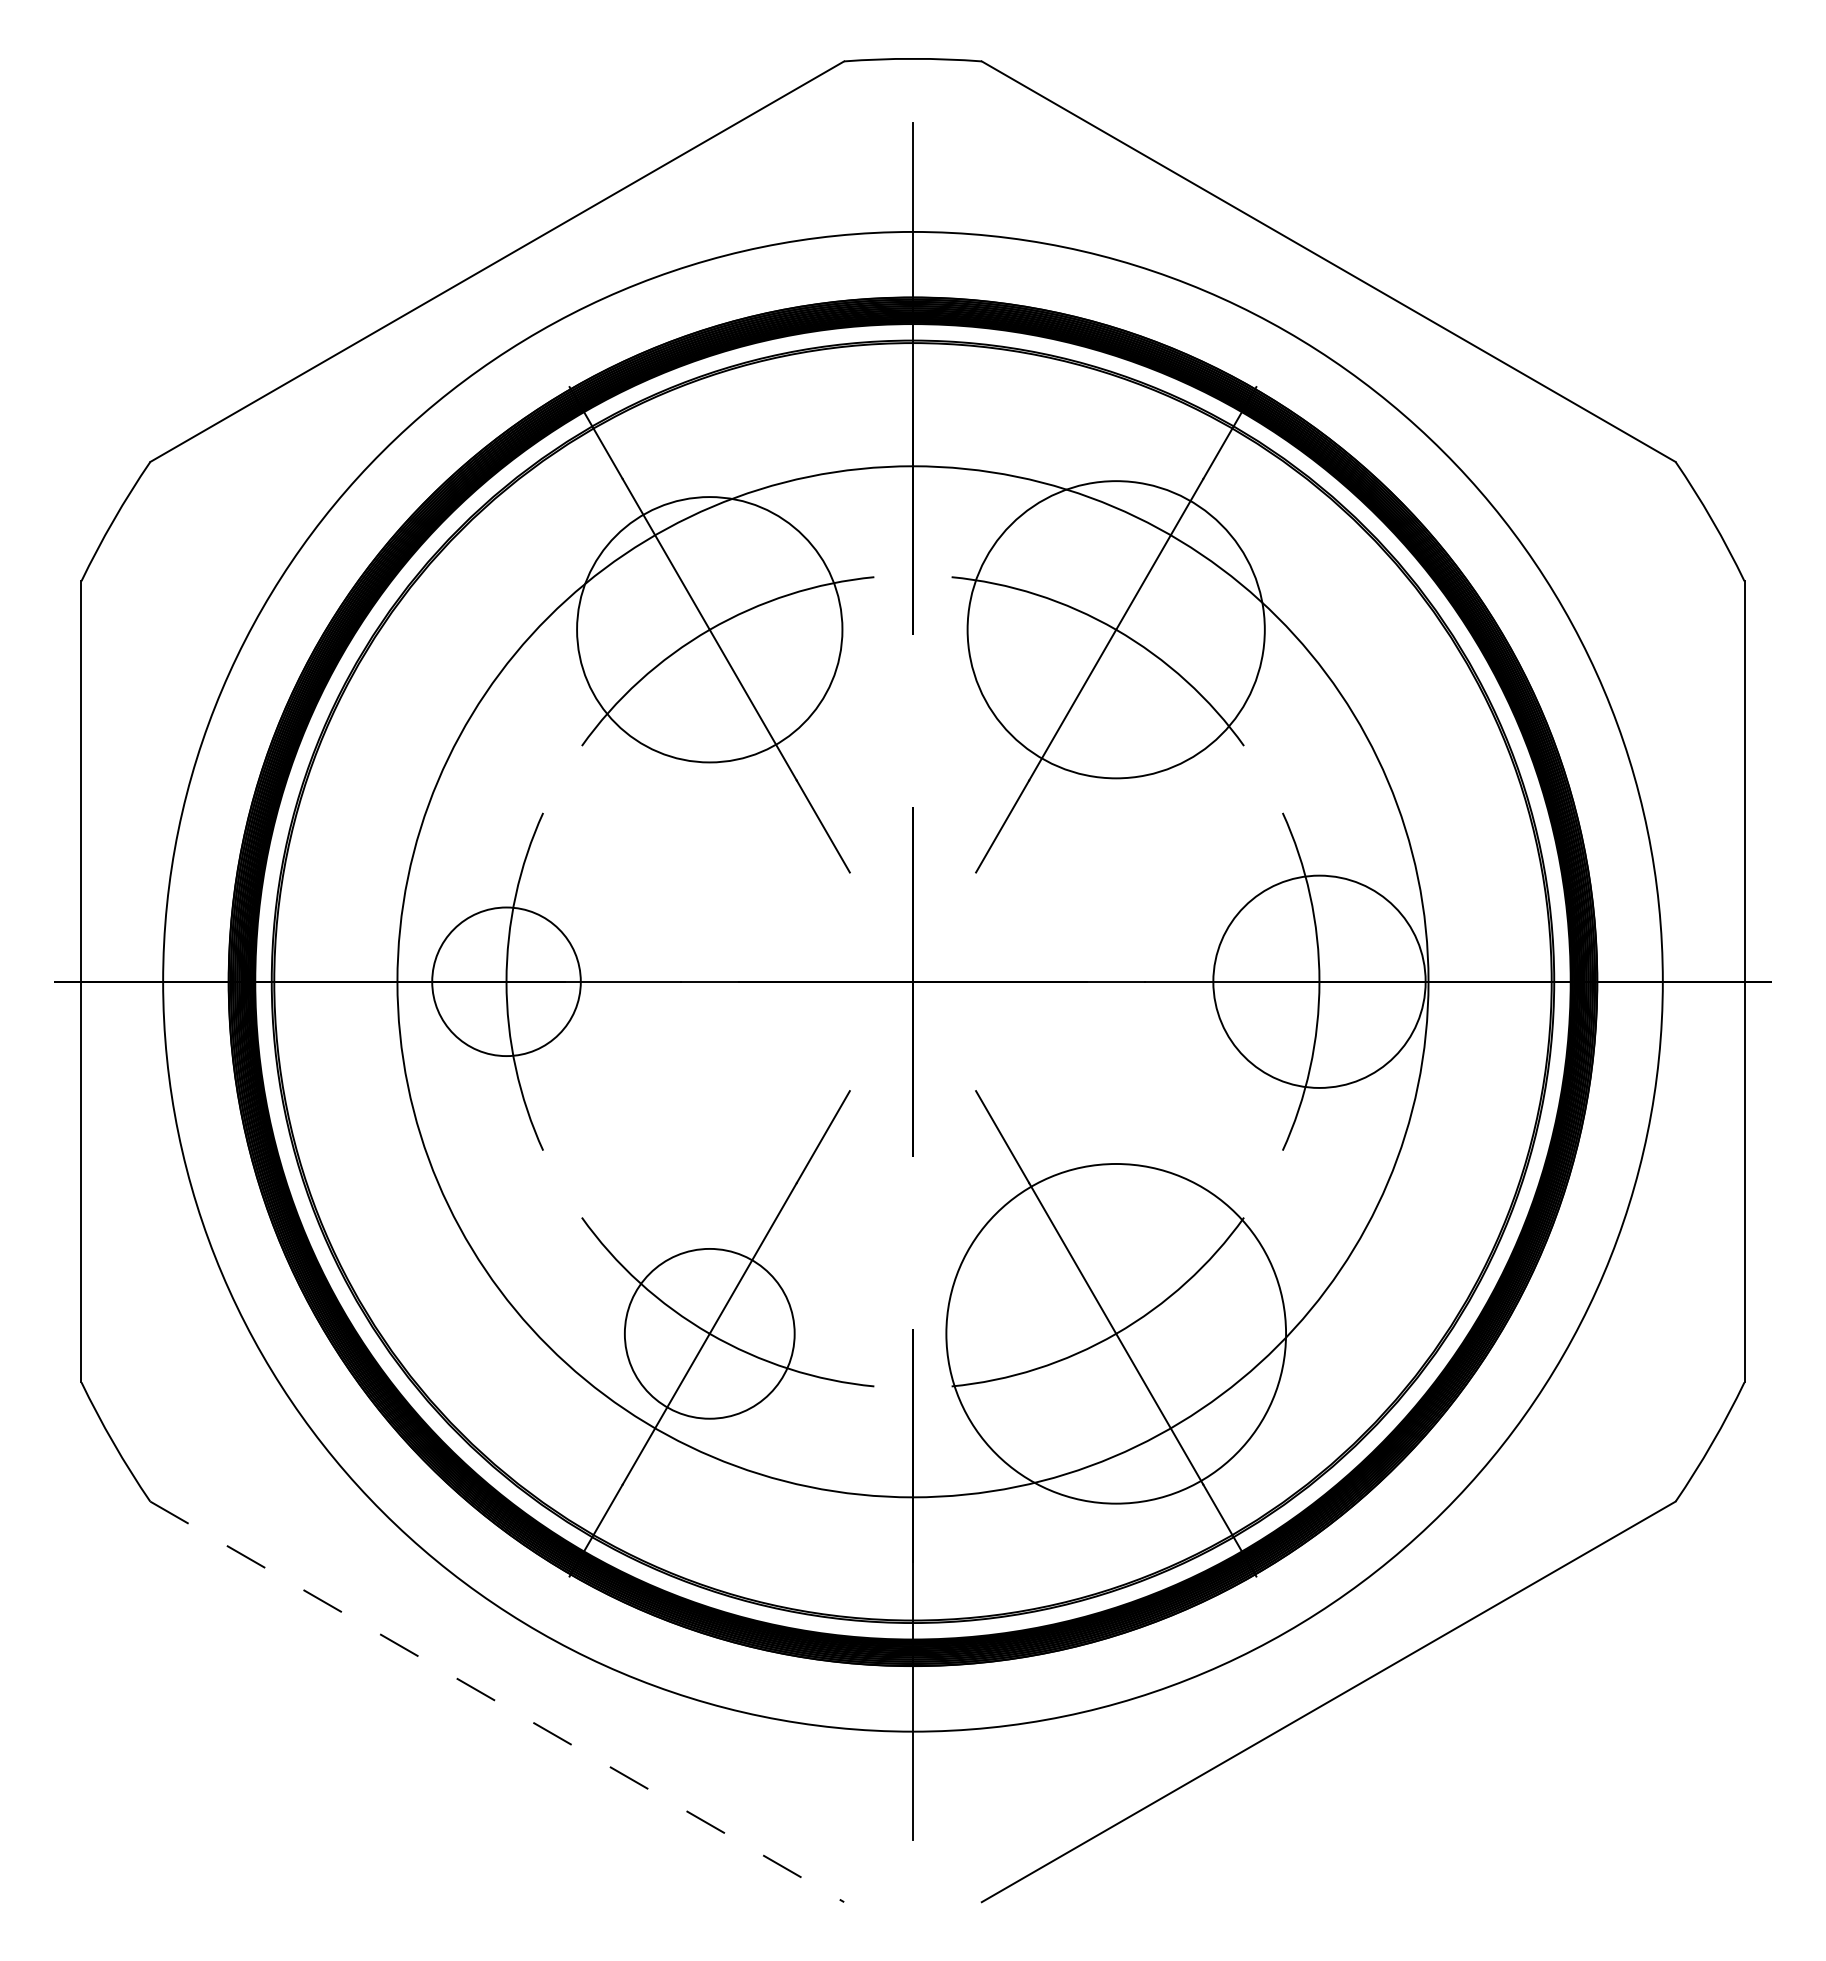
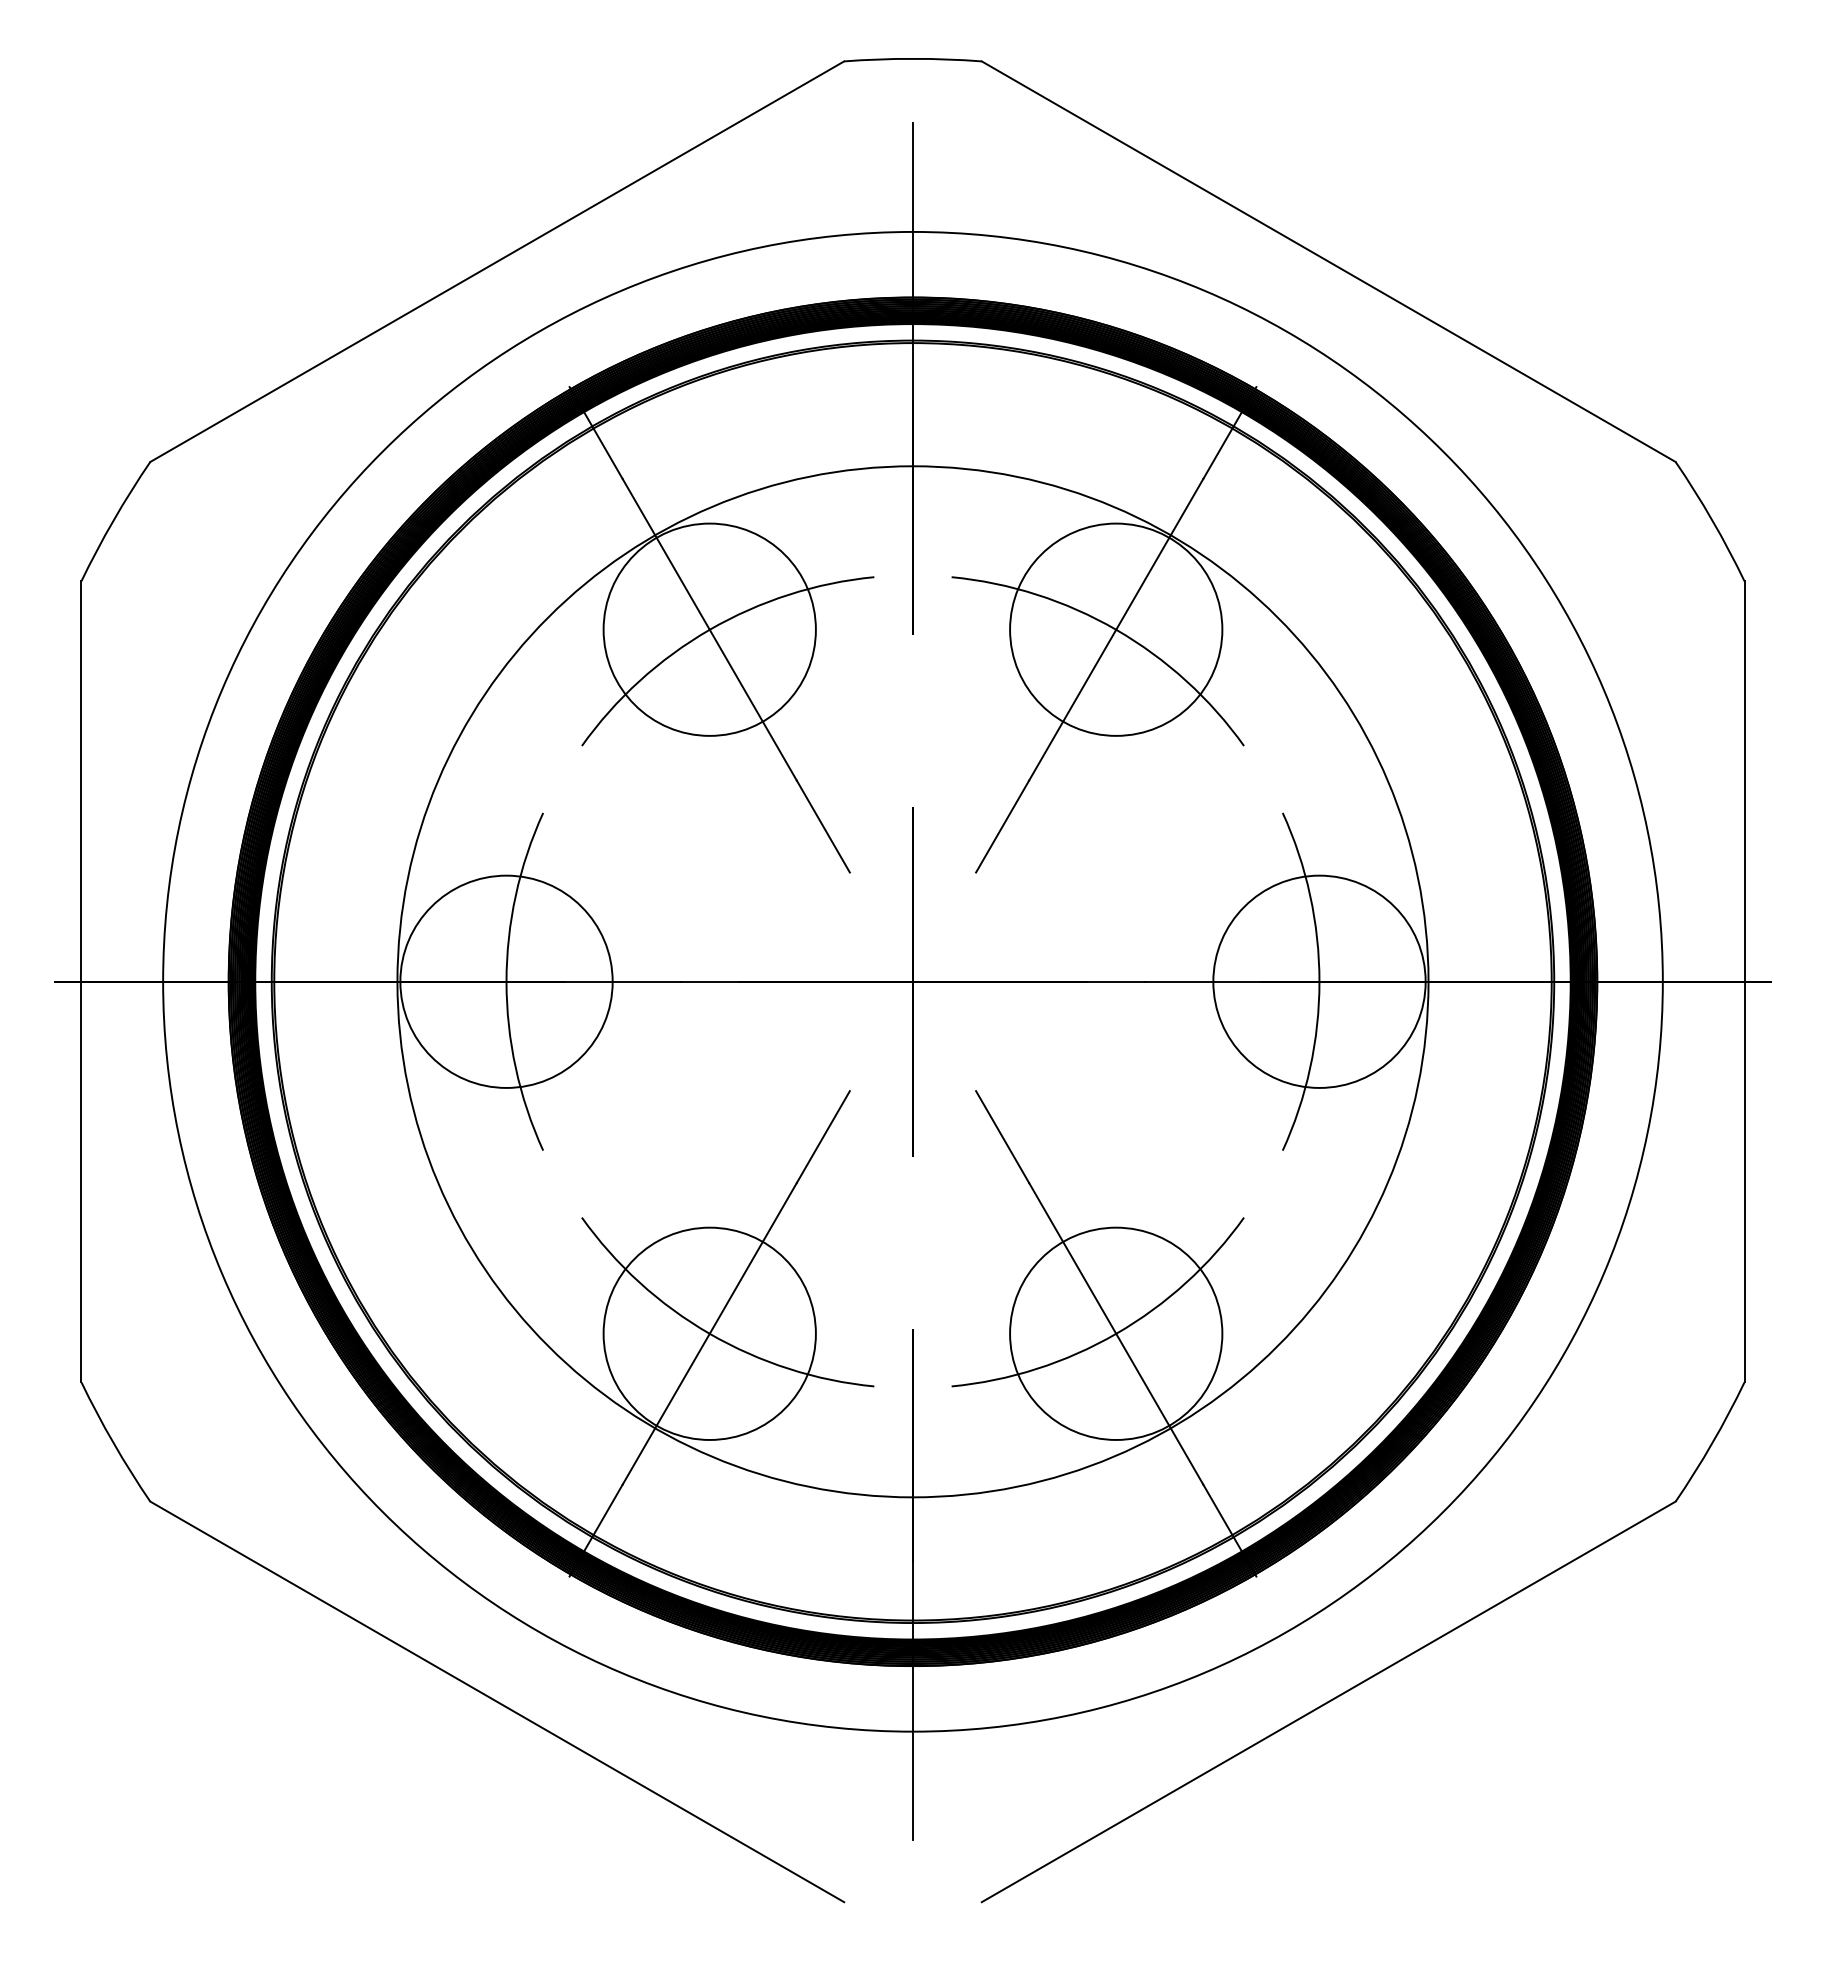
circle at (709, 629) diameter: 265 px -> 212 px
circle at (1115, 629) diameter: 297 px -> 212 px
circle at (506, 981) diameter: 149 px -> 212 px
circle at (709, 1333) diameter: 170 px -> 212 px
circle at (1116, 1333) diameter: 340 px -> 212 px
line at (497, 1701): dashed -> solid
